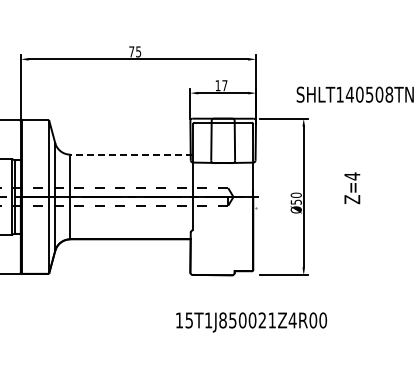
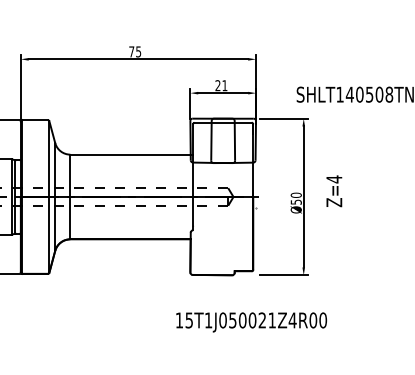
text at (221, 85): 17 -> 21
line at (131, 154): dashed -> solid
text at (352, 188) position: (352, 188) -> (334, 191)
text at (222, 320): 15T1J850021Z4R00 -> 15T1J050021Z4R00
